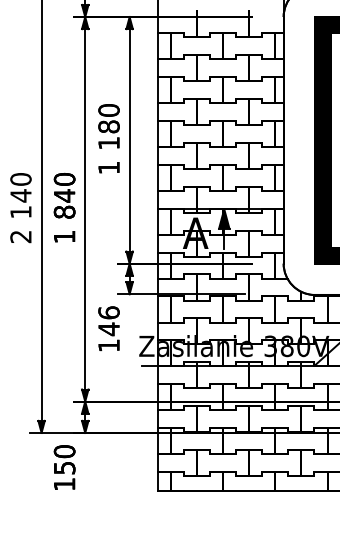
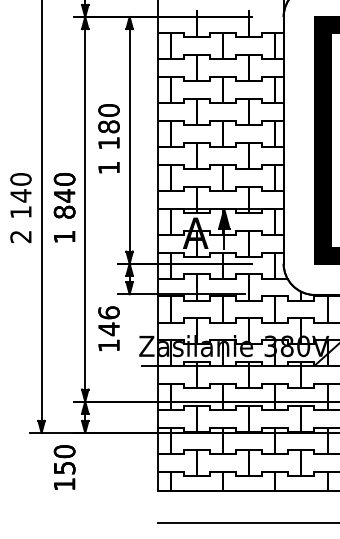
line at (247, 522): none -> present
